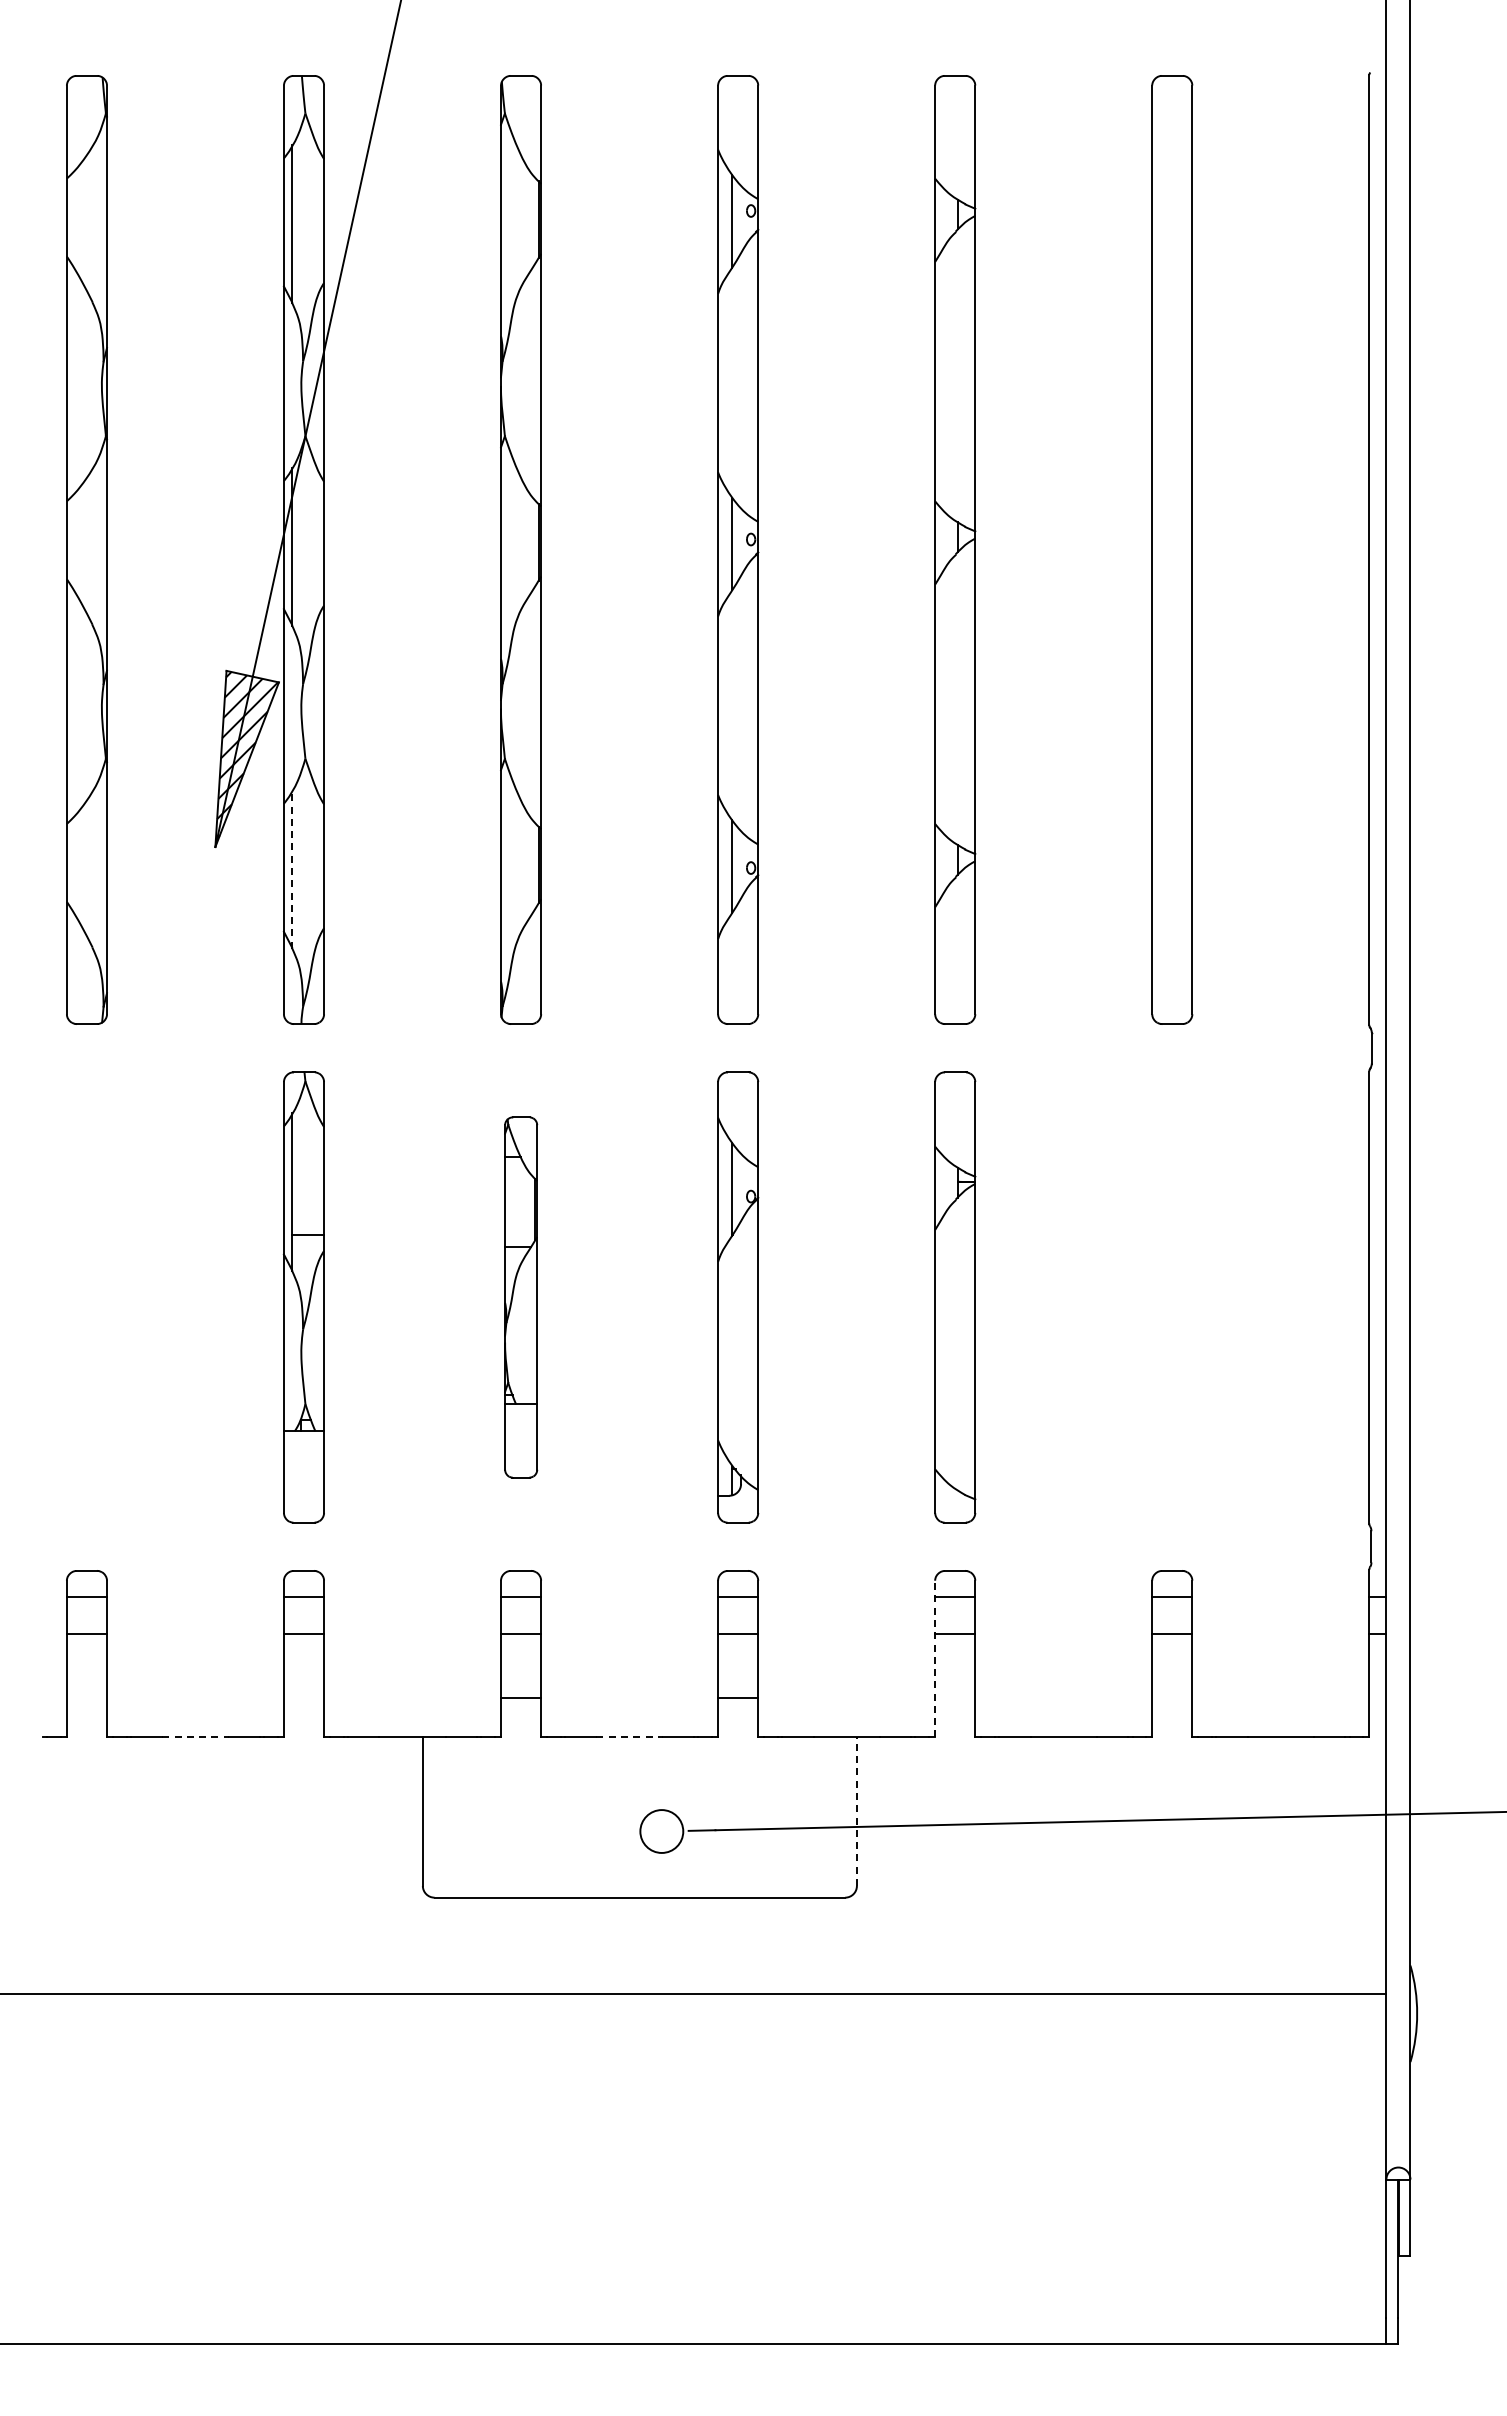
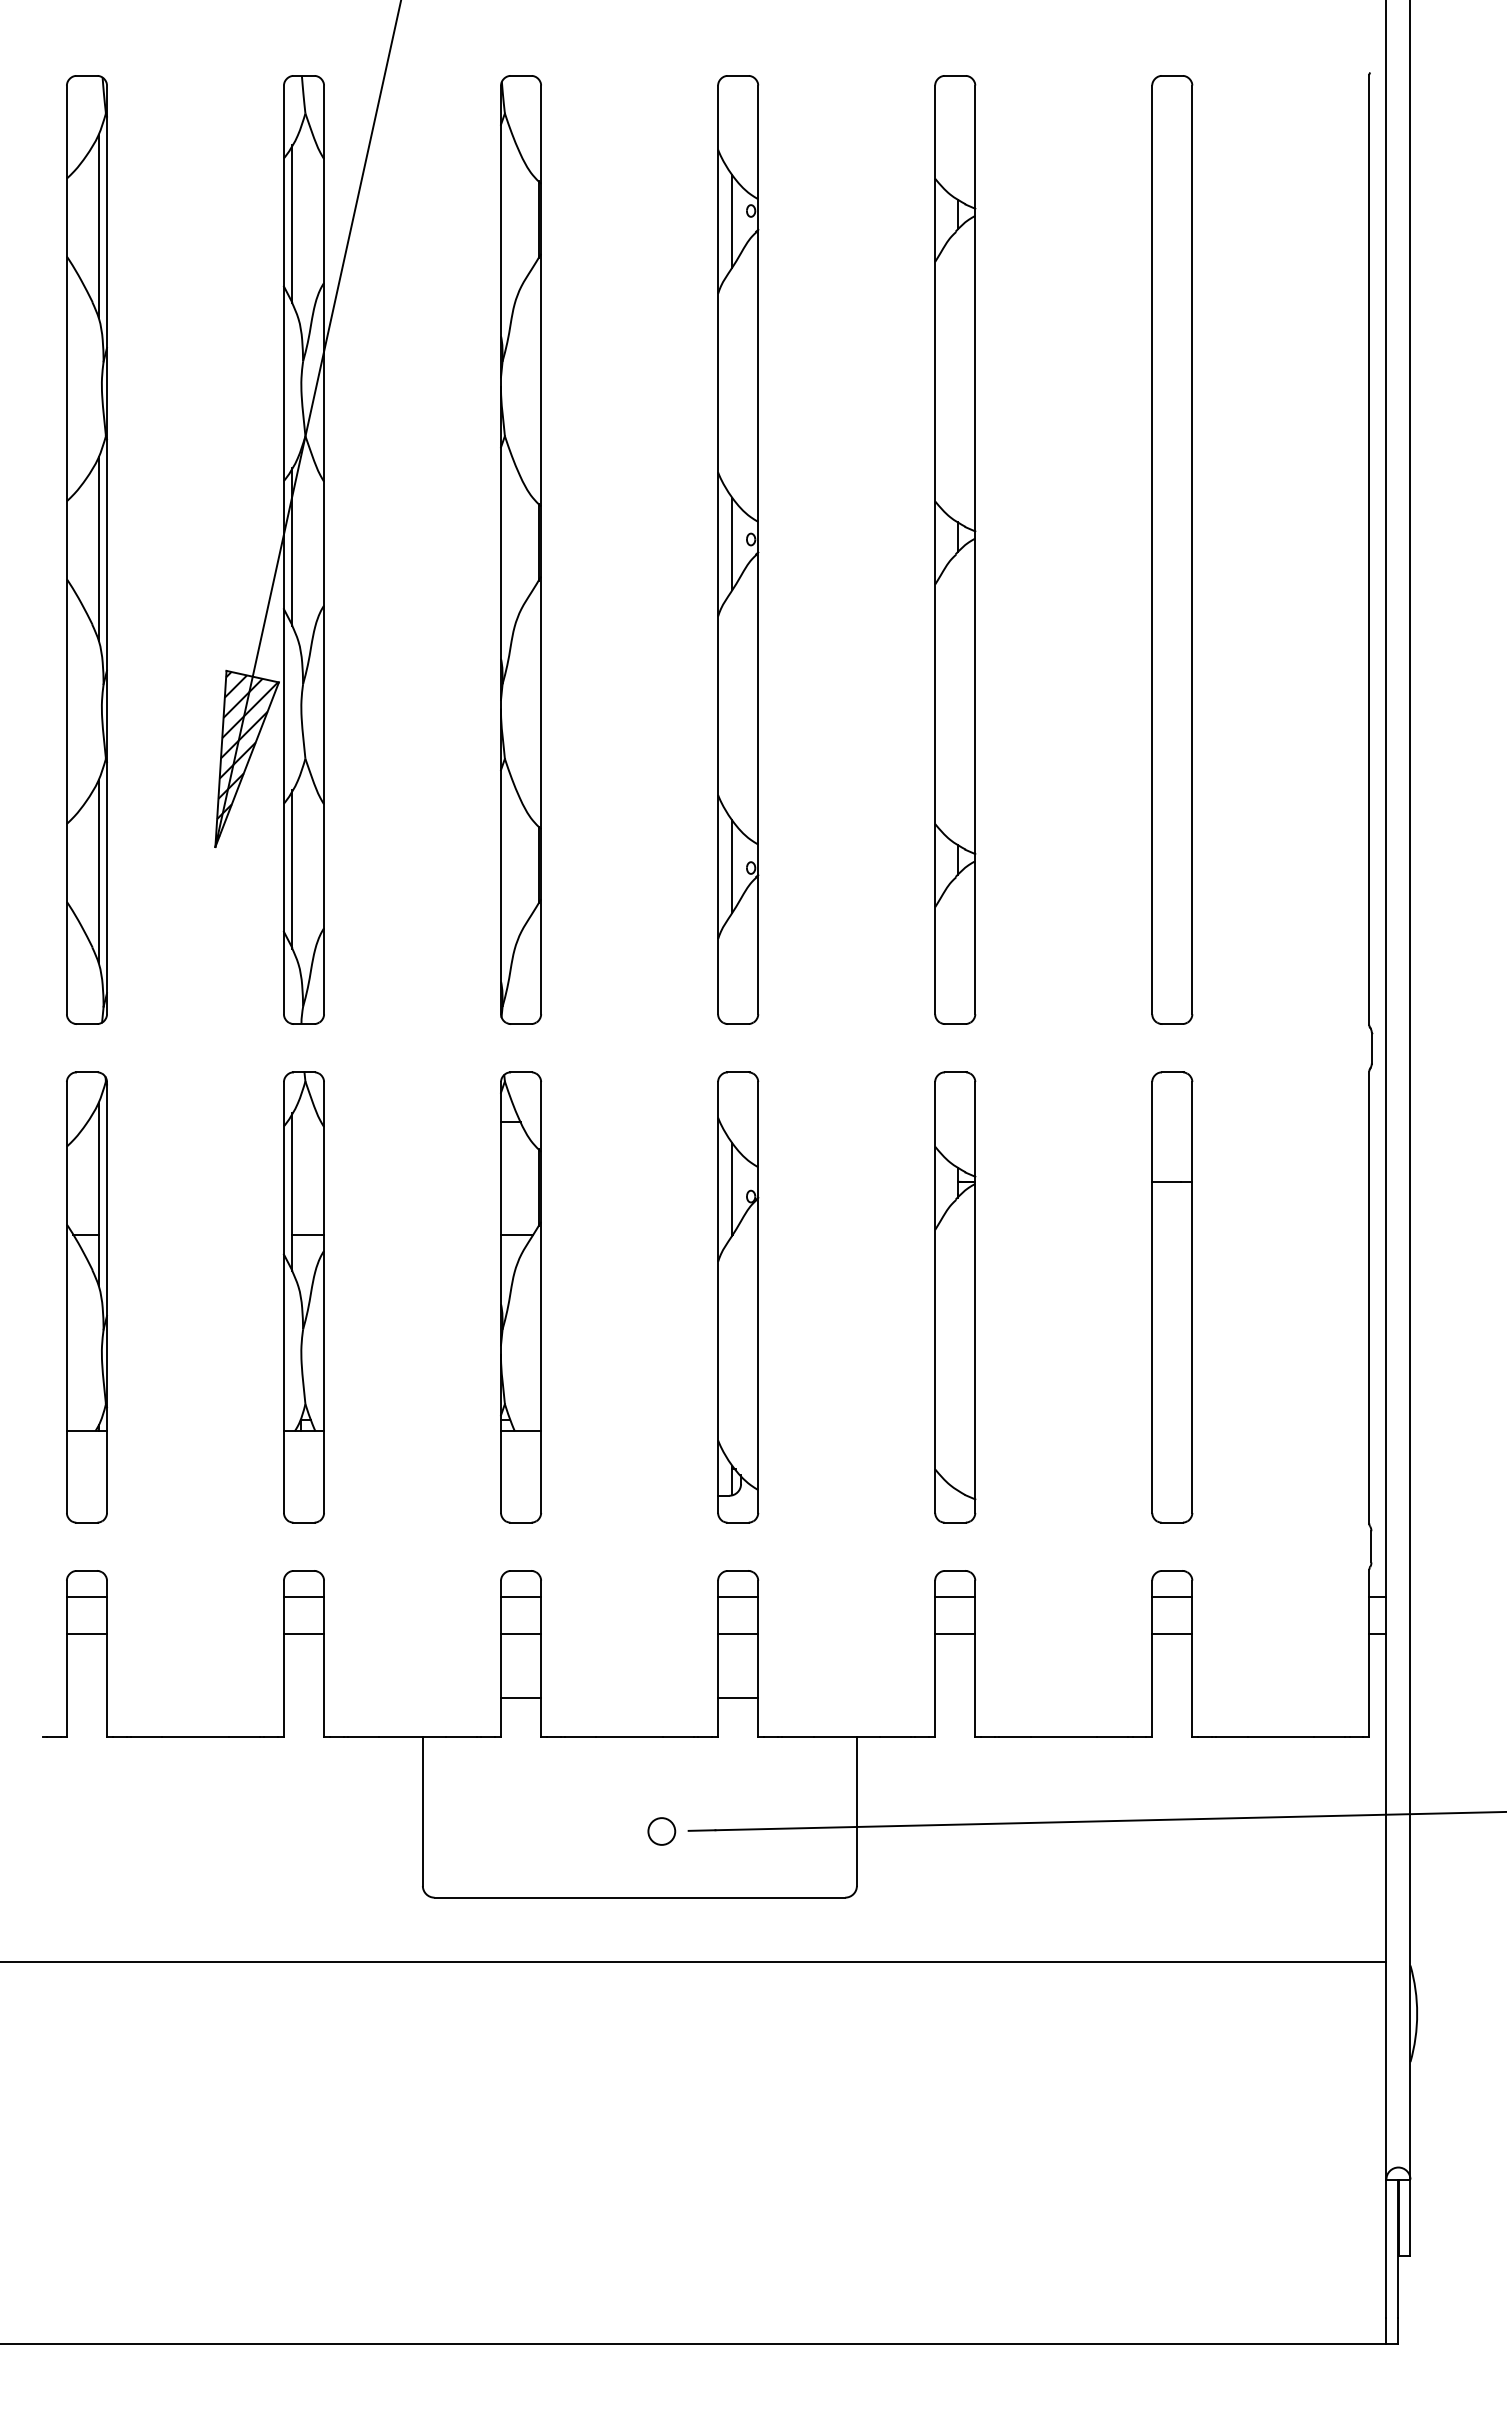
line at (98, 225): none -> present
line at (98, 548): none -> present
line at (292, 869): dashed -> solid
line at (98, 871): none -> present
part at (86, 1297): none -> present
part at (521, 1297) size: 35x363 px -> 43x453 px
part at (1172, 1297): none -> present
line at (935, 1658): dashed -> solid
line at (195, 1737): dashed -> solid
line at (630, 1737): dashed -> solid
line at (856, 1811): dashed -> solid
circle at (661, 1831) diameter: 43 px -> 27 px
line at (694, 1994) position: (694, 1994) -> (694, 1962)
